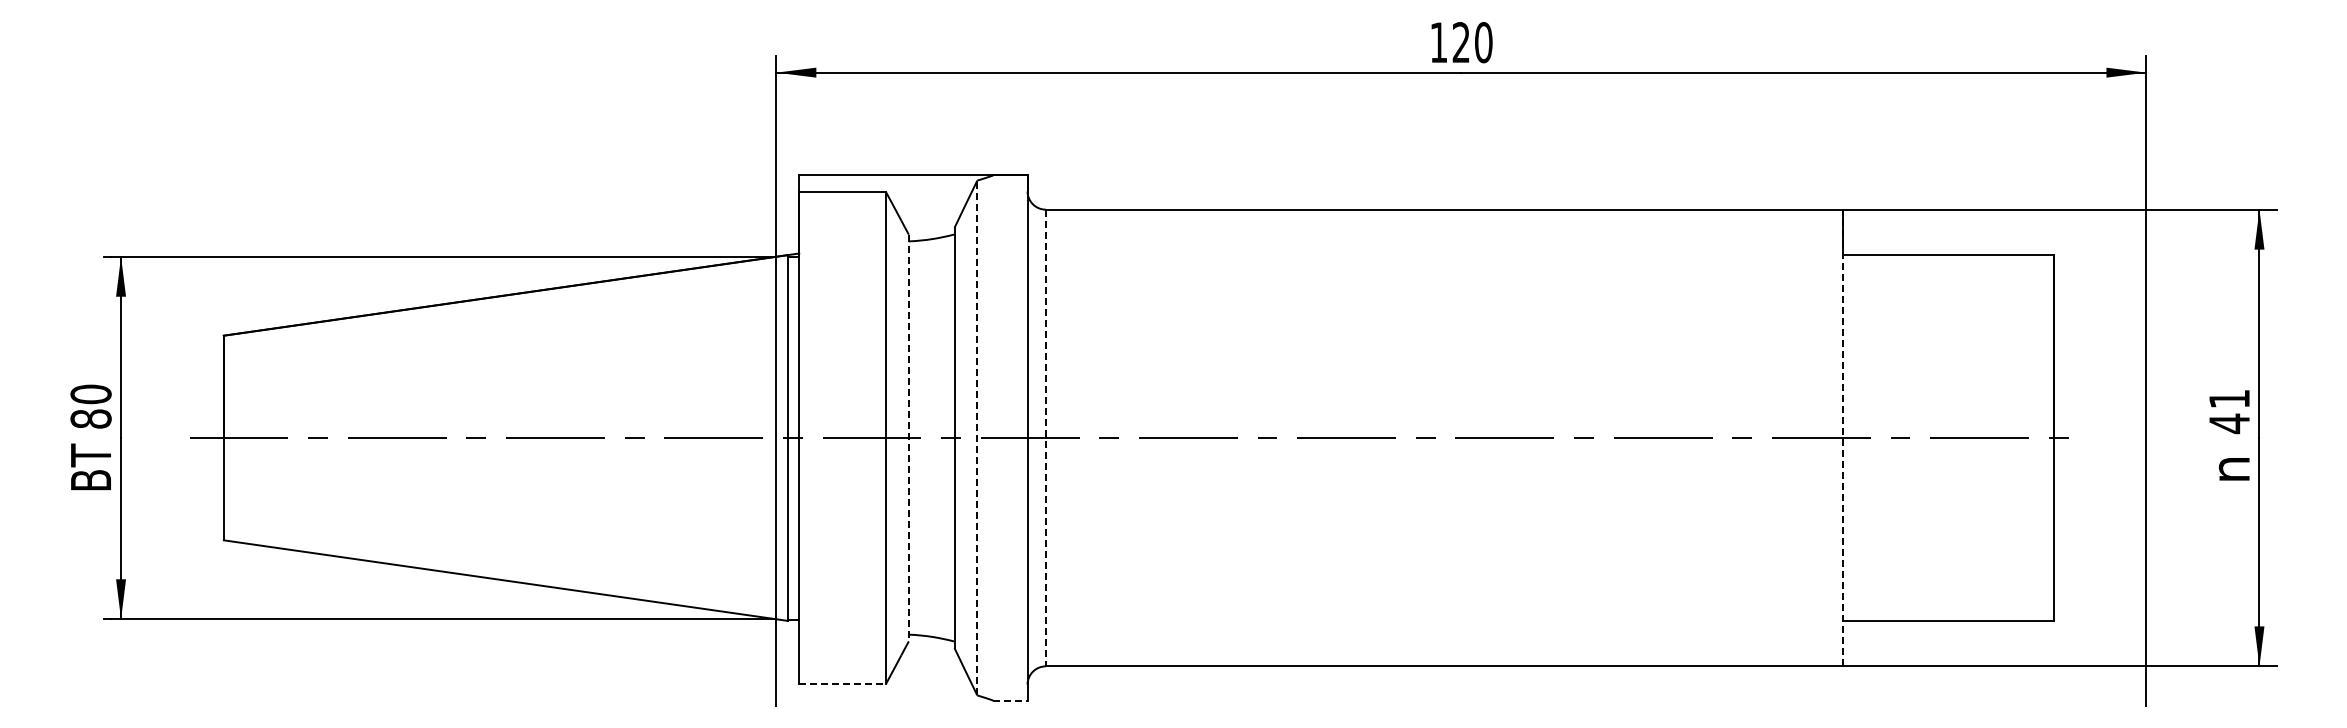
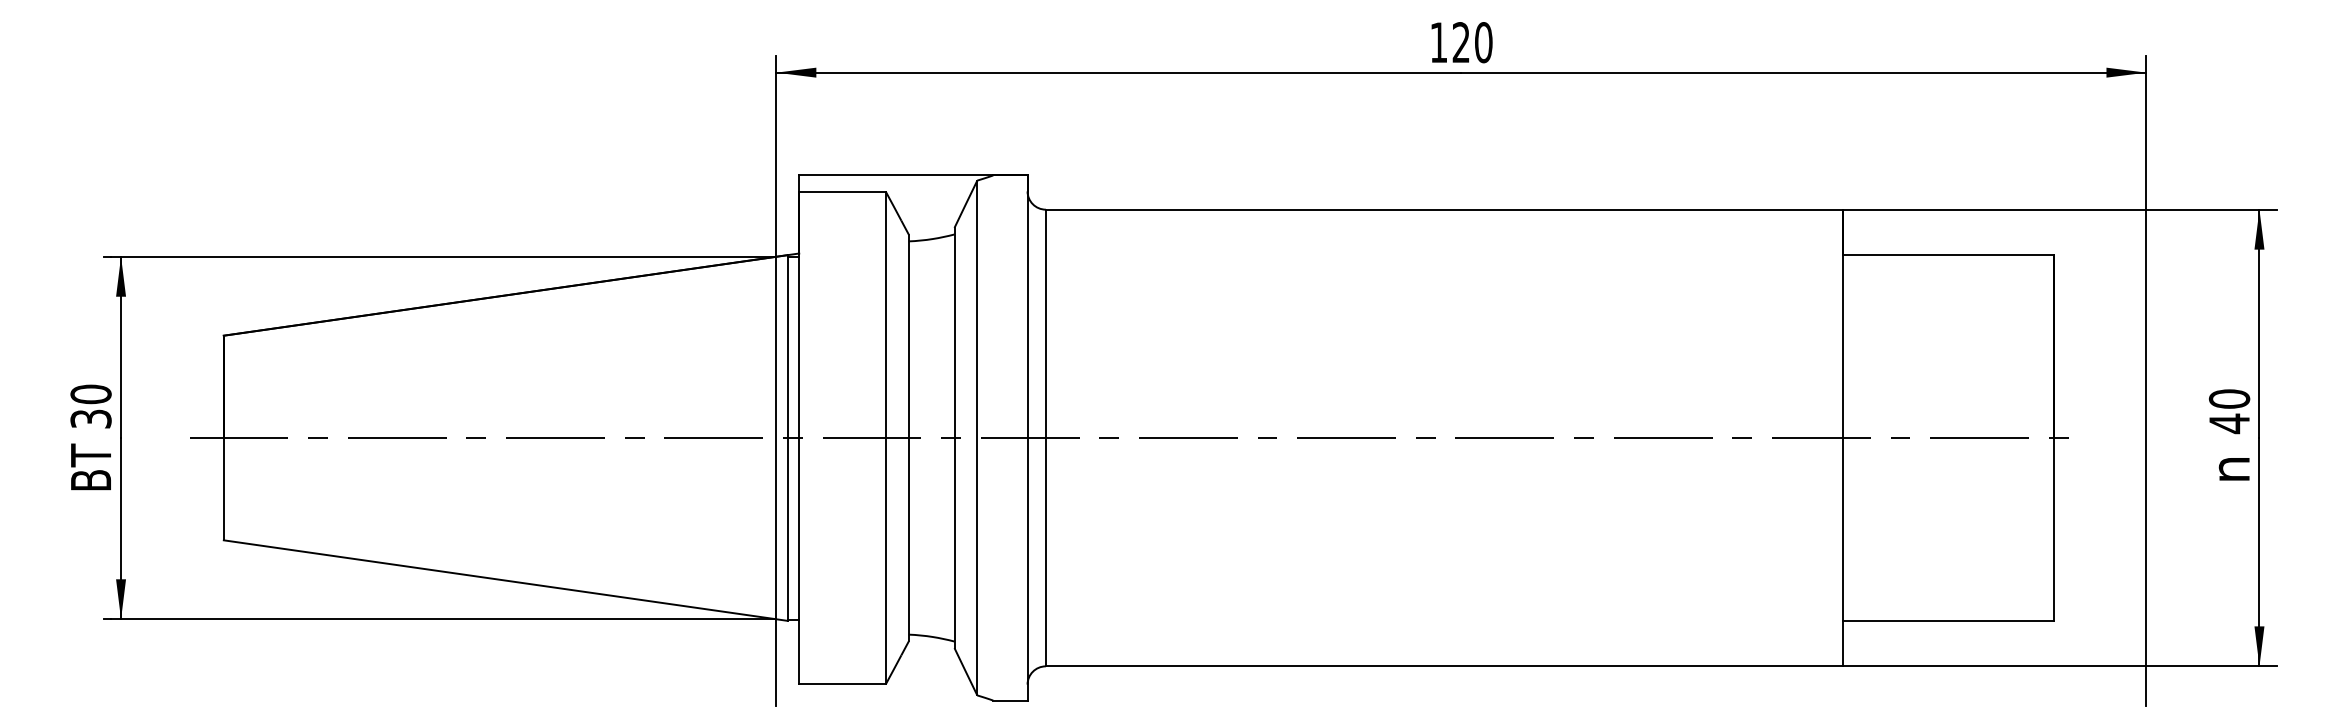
text at (2229, 398): 41 -> 40
text at (90, 418): 80 -> 30
line at (977, 437): dashed -> solid
line at (1842, 437): dashed -> solid
line at (908, 438): dashed -> solid
line at (1045, 438): dashed -> solid
line at (843, 684): dashed -> solid
line at (1010, 700): dashed -> solid
